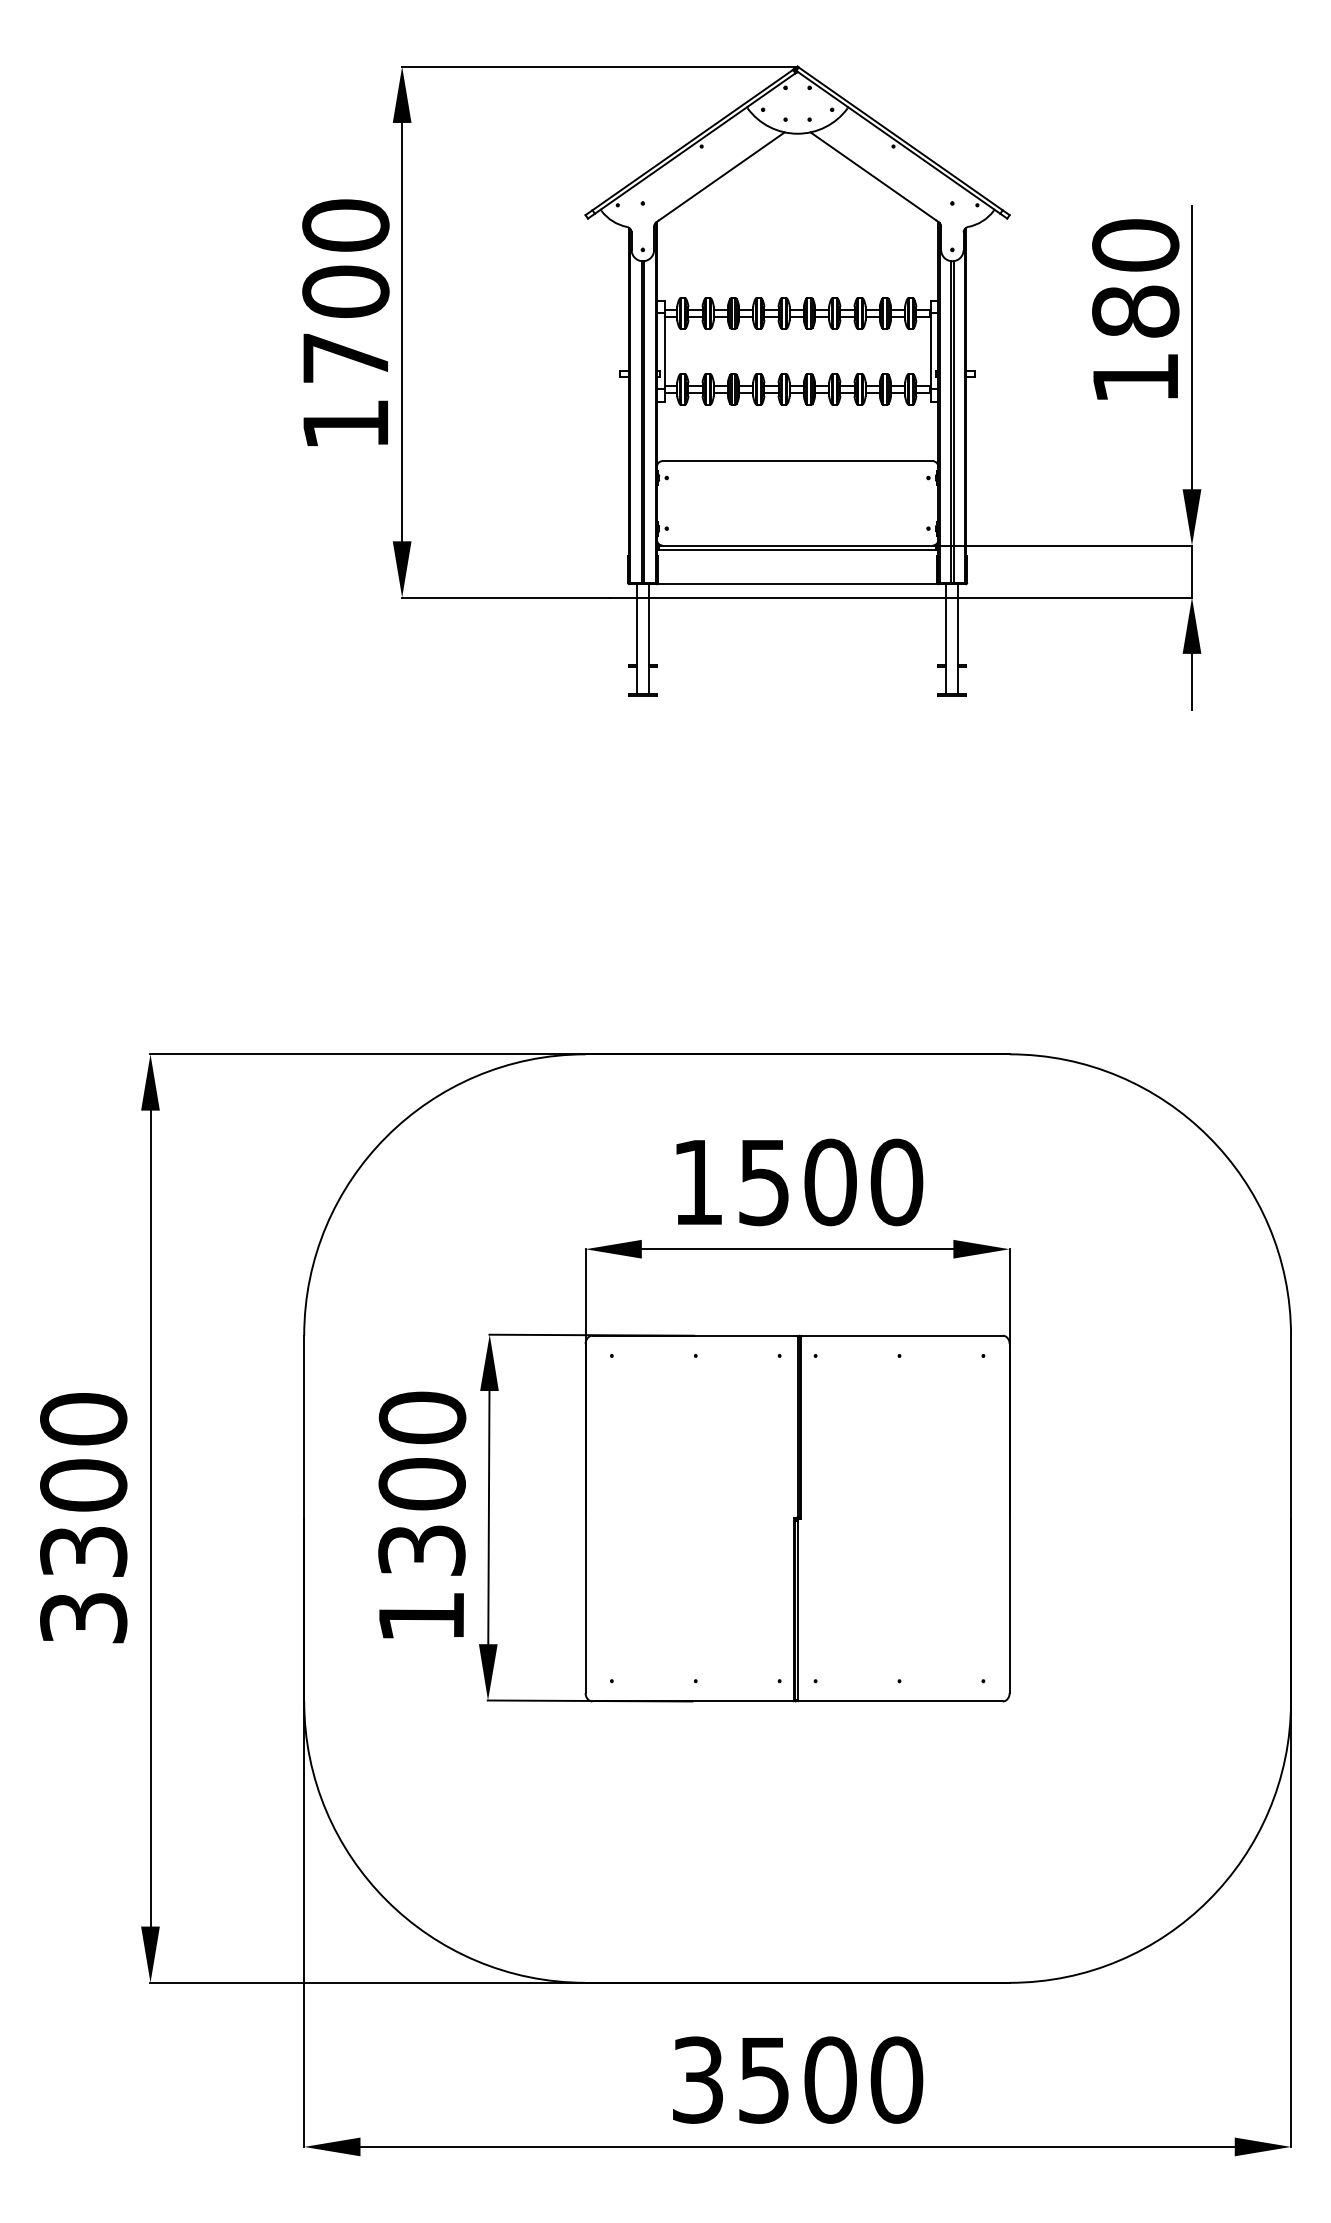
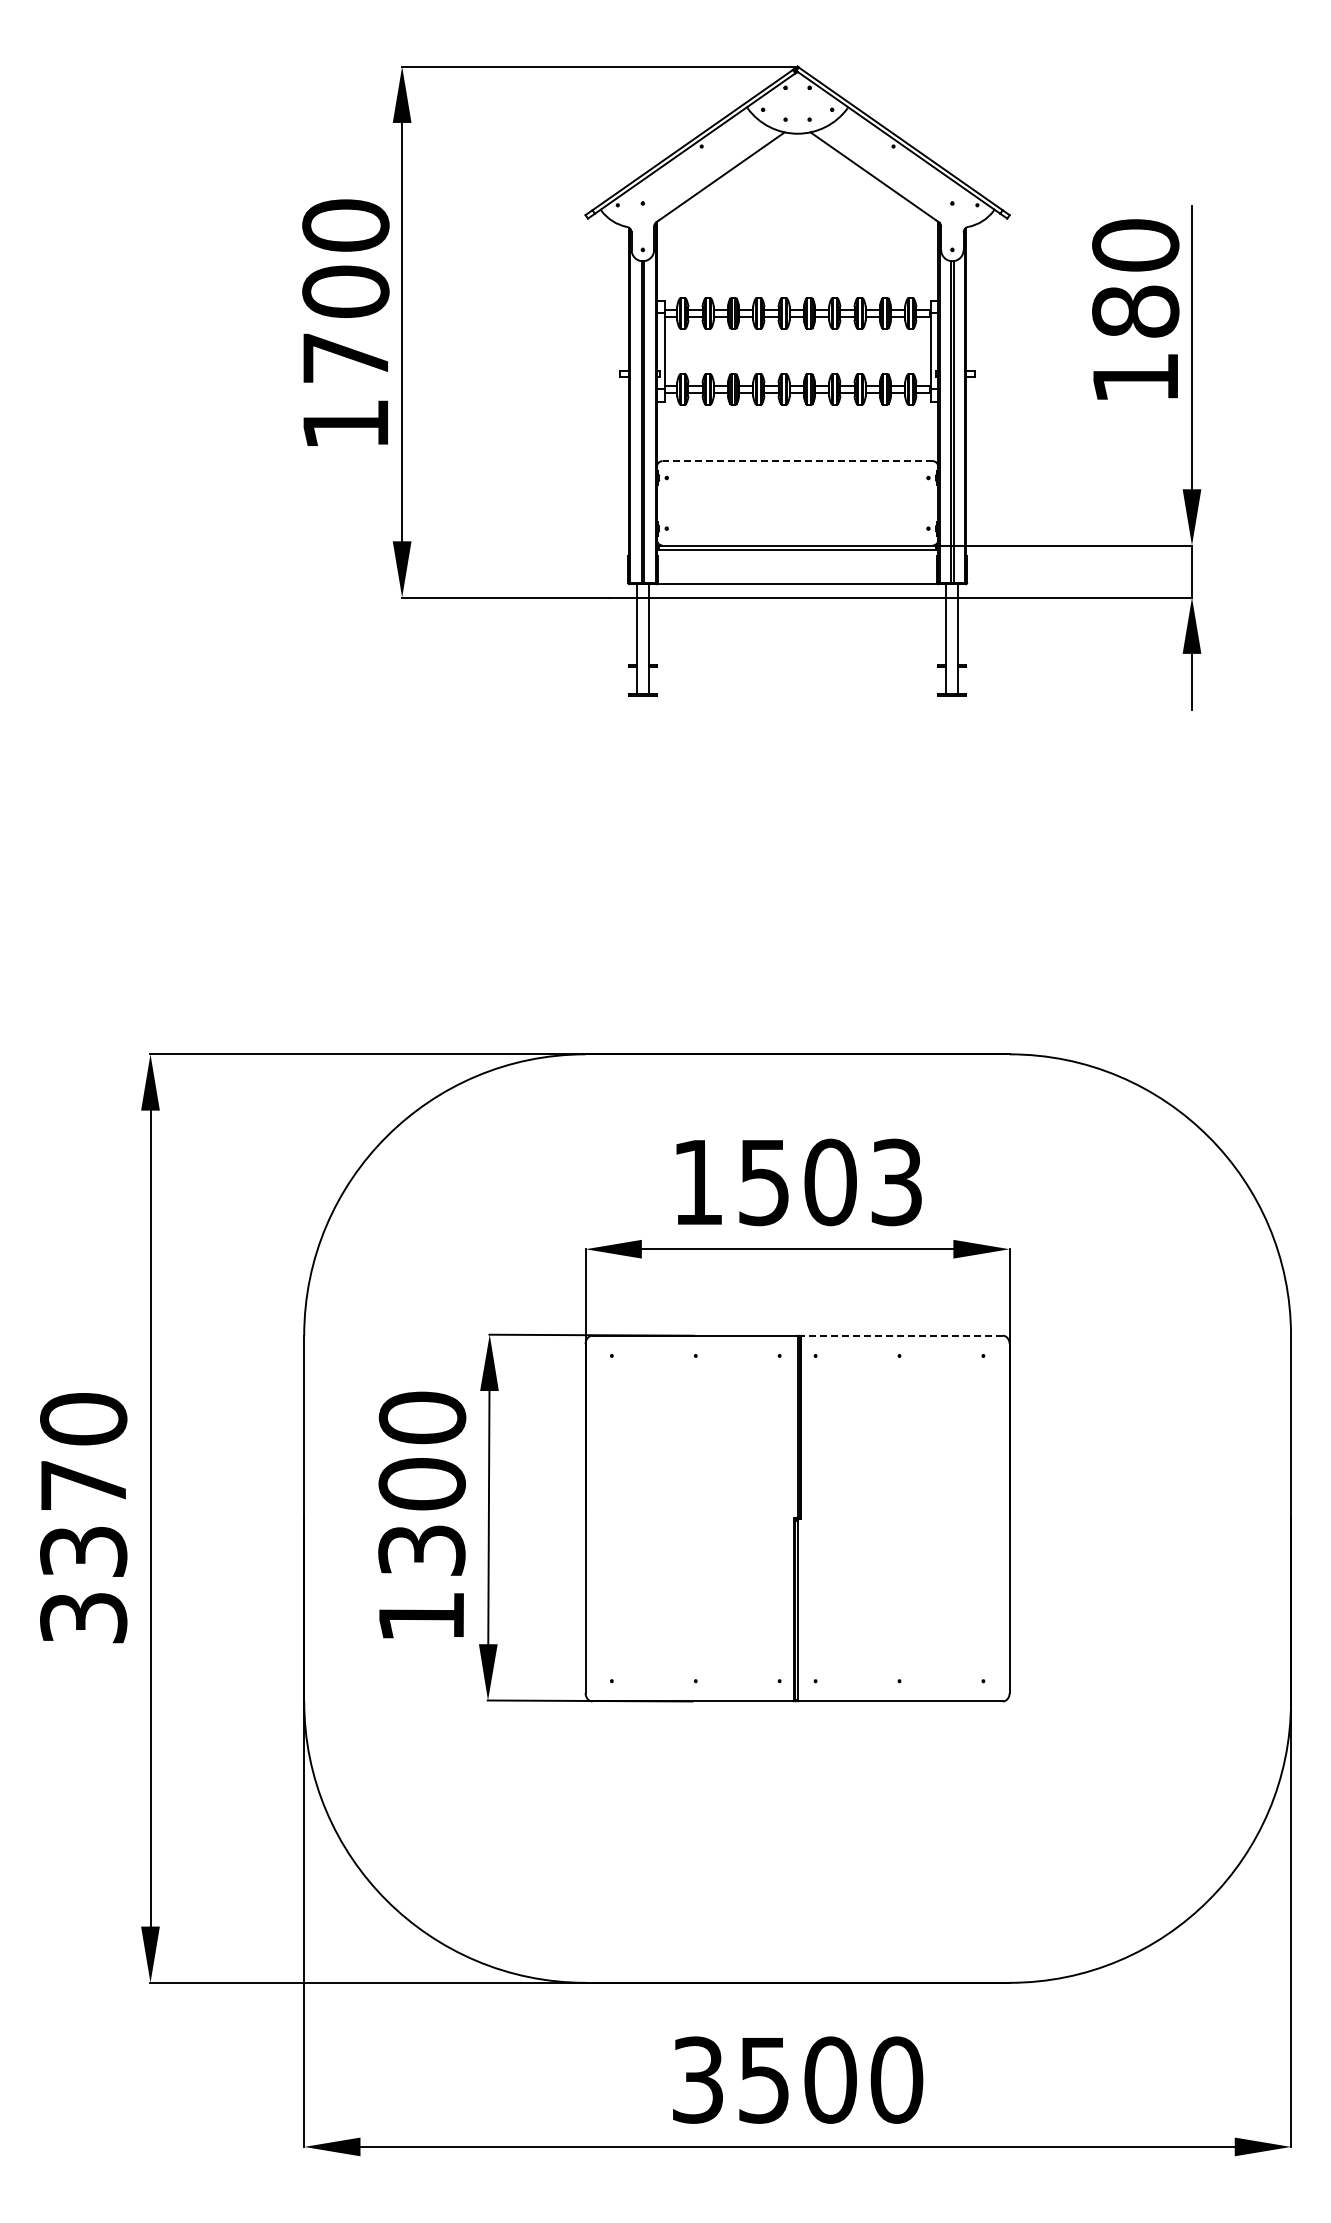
line at (797, 461): solid -> dashed
text at (896, 1182): 1500 -> 1503
line at (902, 1335): solid -> dashed
text at (83, 1485): 3300 -> 3370
